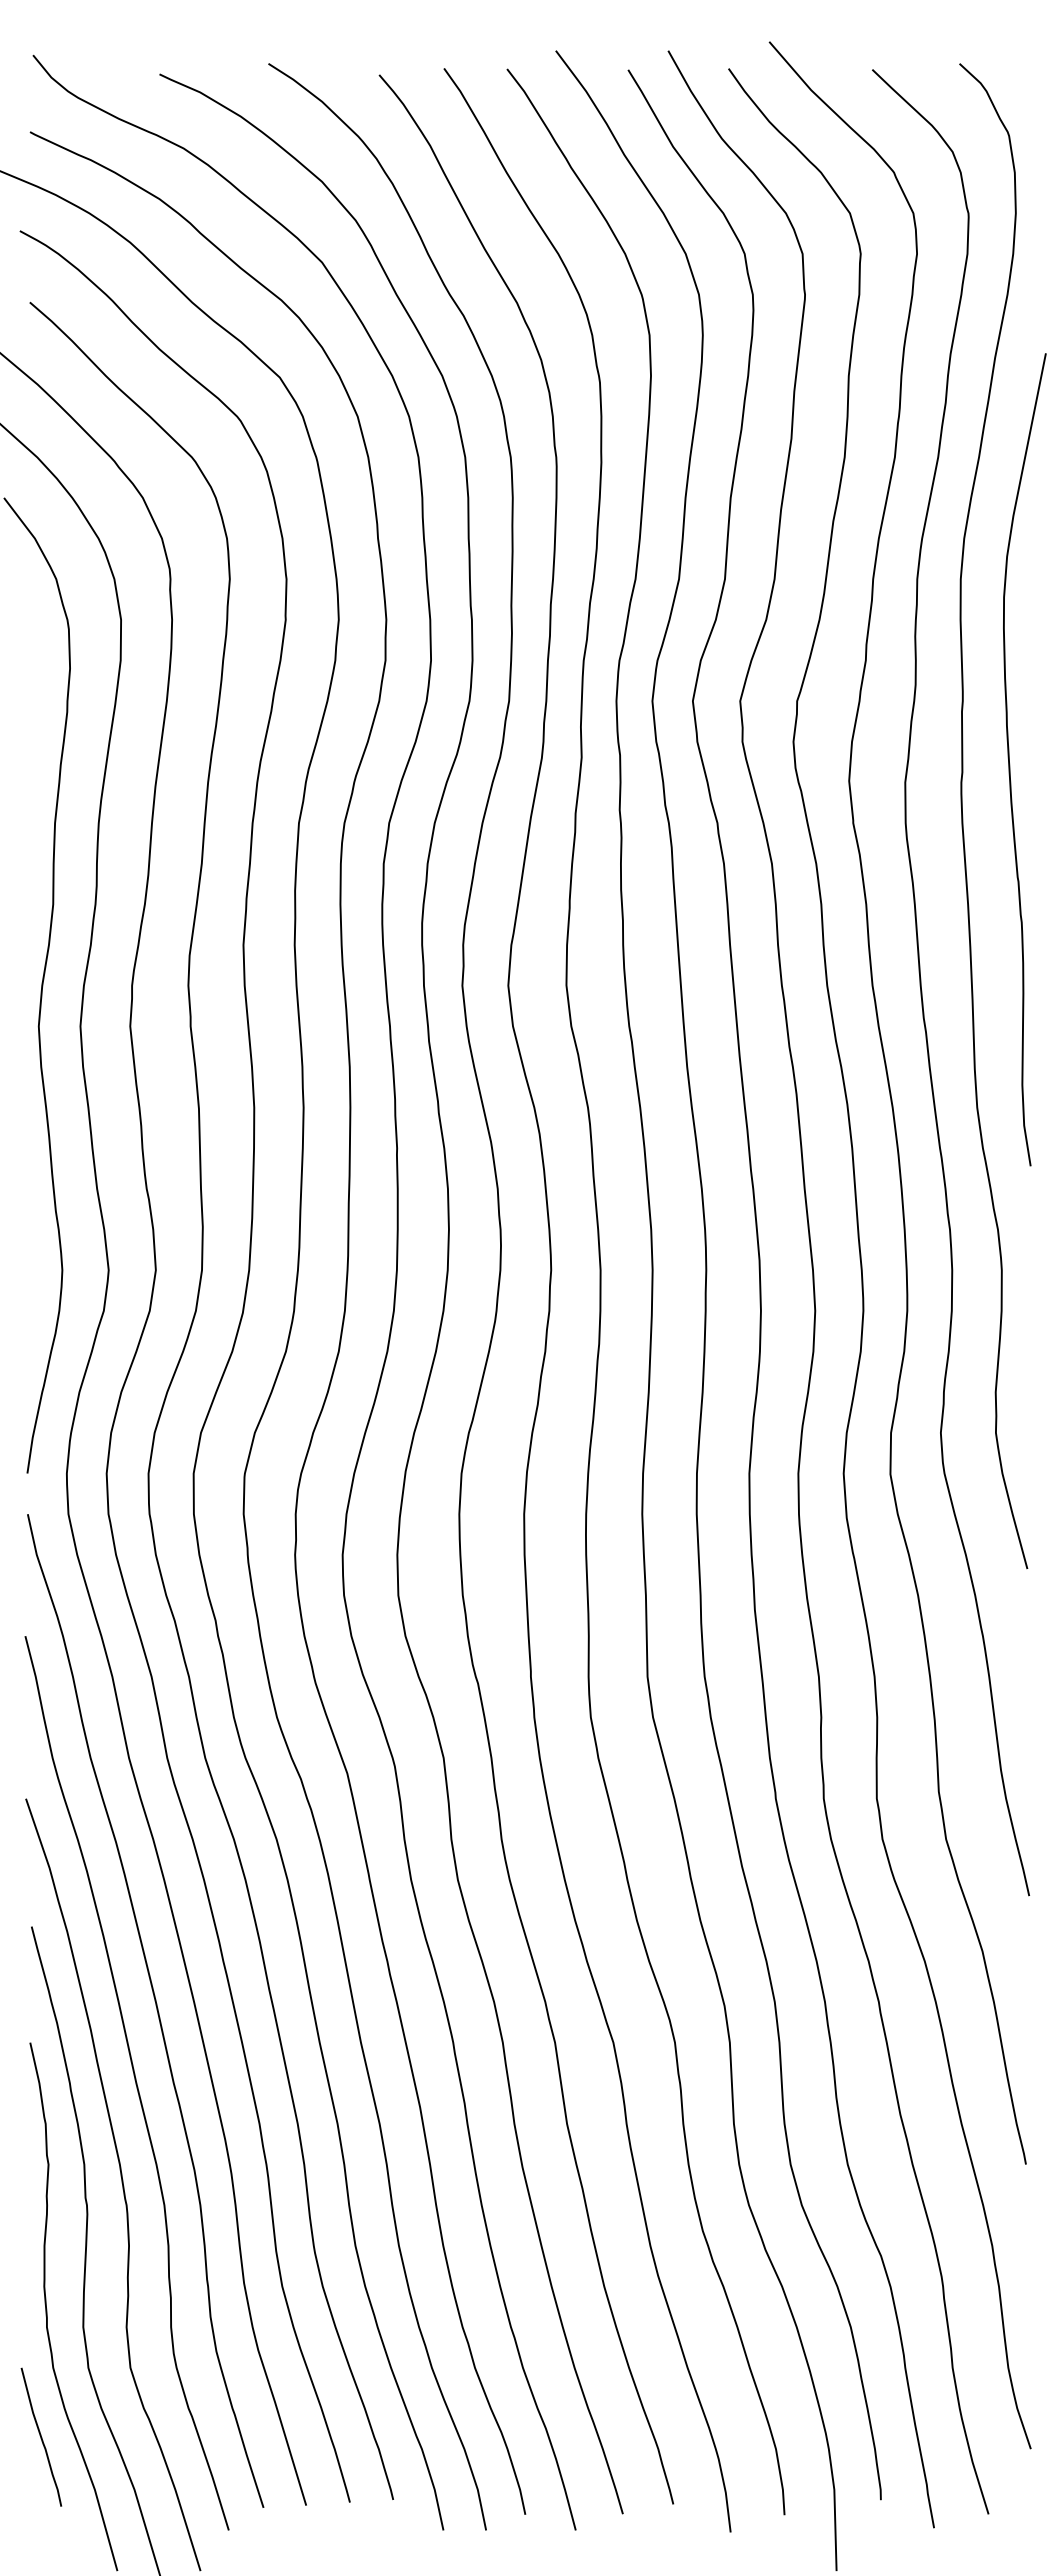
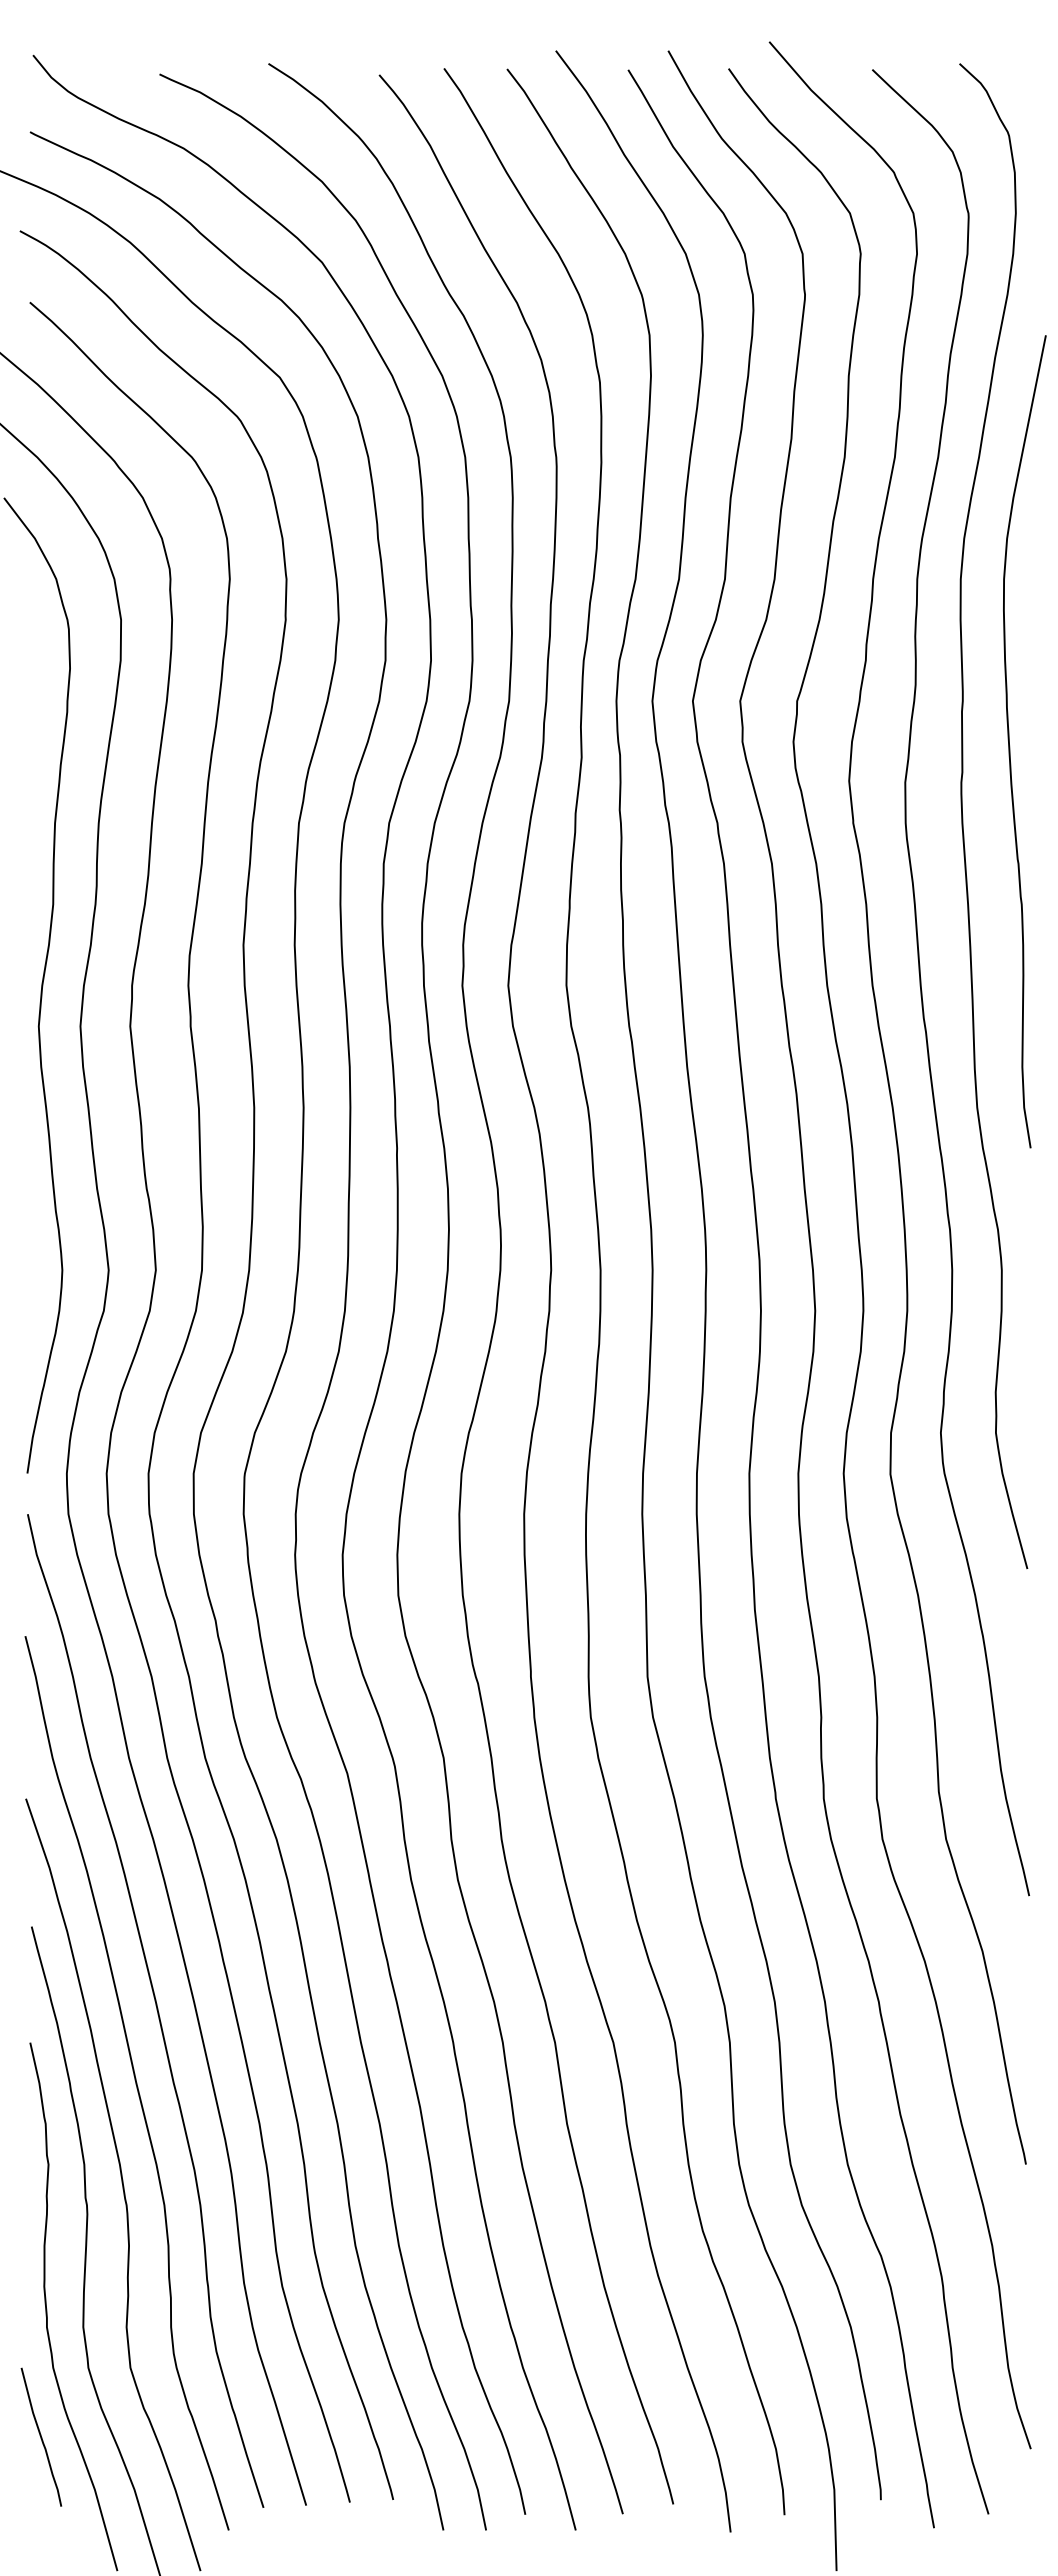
curve at (1010, 764) position: (1010, 764) -> (1010, 746)
